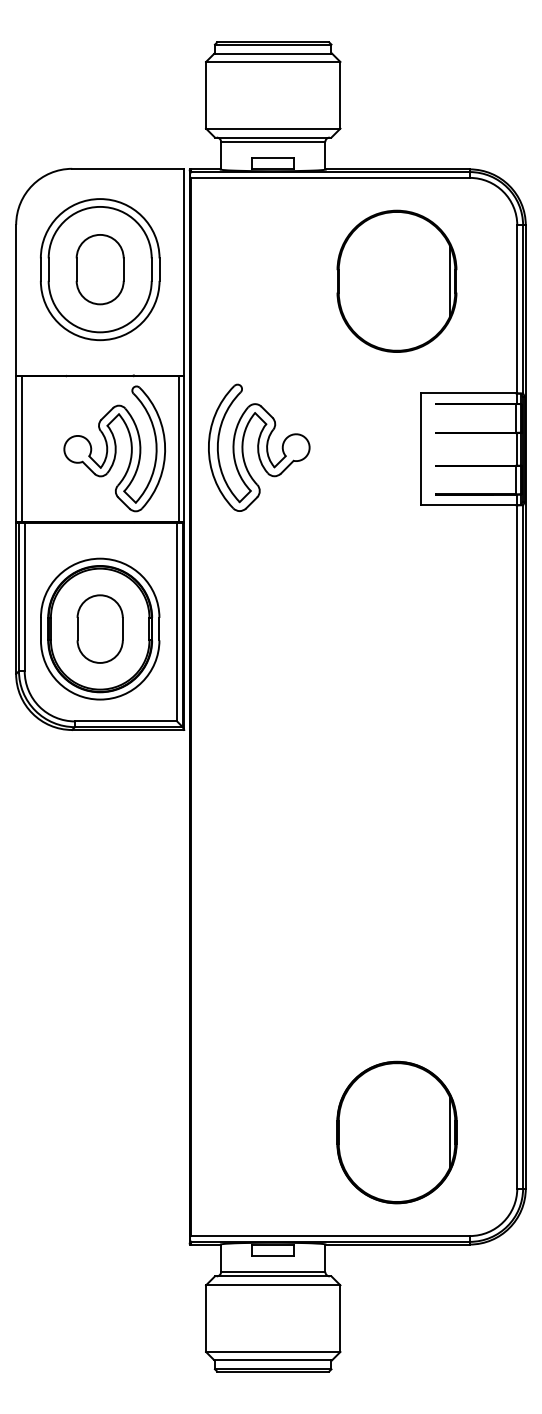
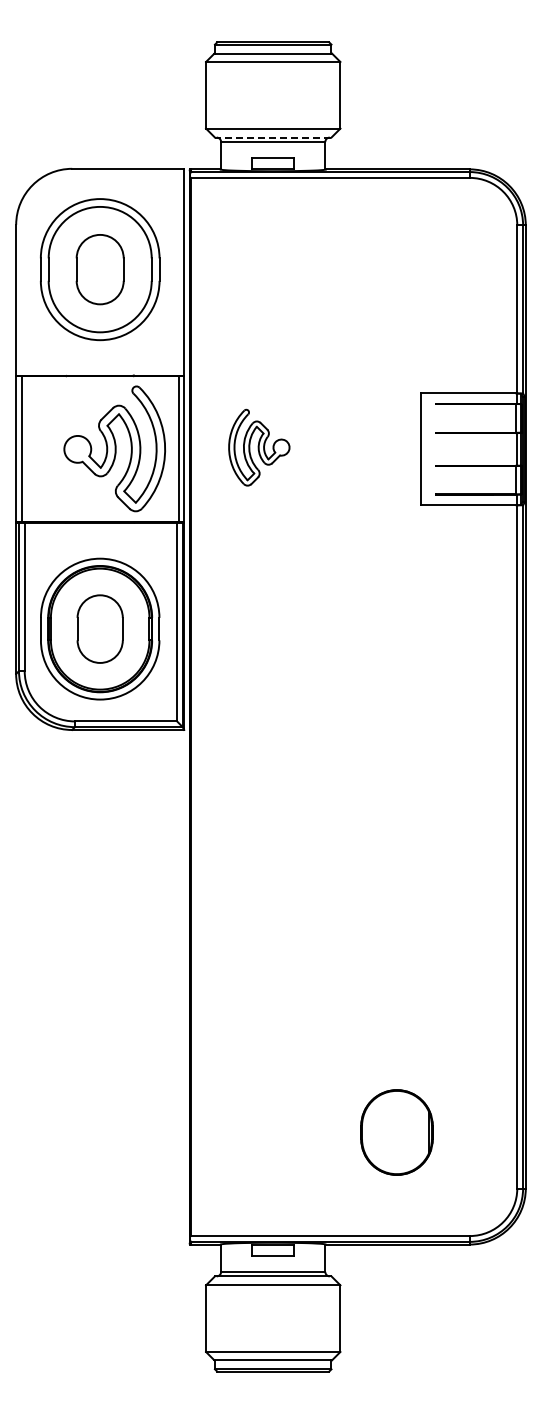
line at (272, 137): solid -> dashed
part at (396, 280): present -> none
part at (259, 447) size: 103x129 px -> 63x79 px
part at (396, 1132) size: 122x145 px -> 74x87 px
